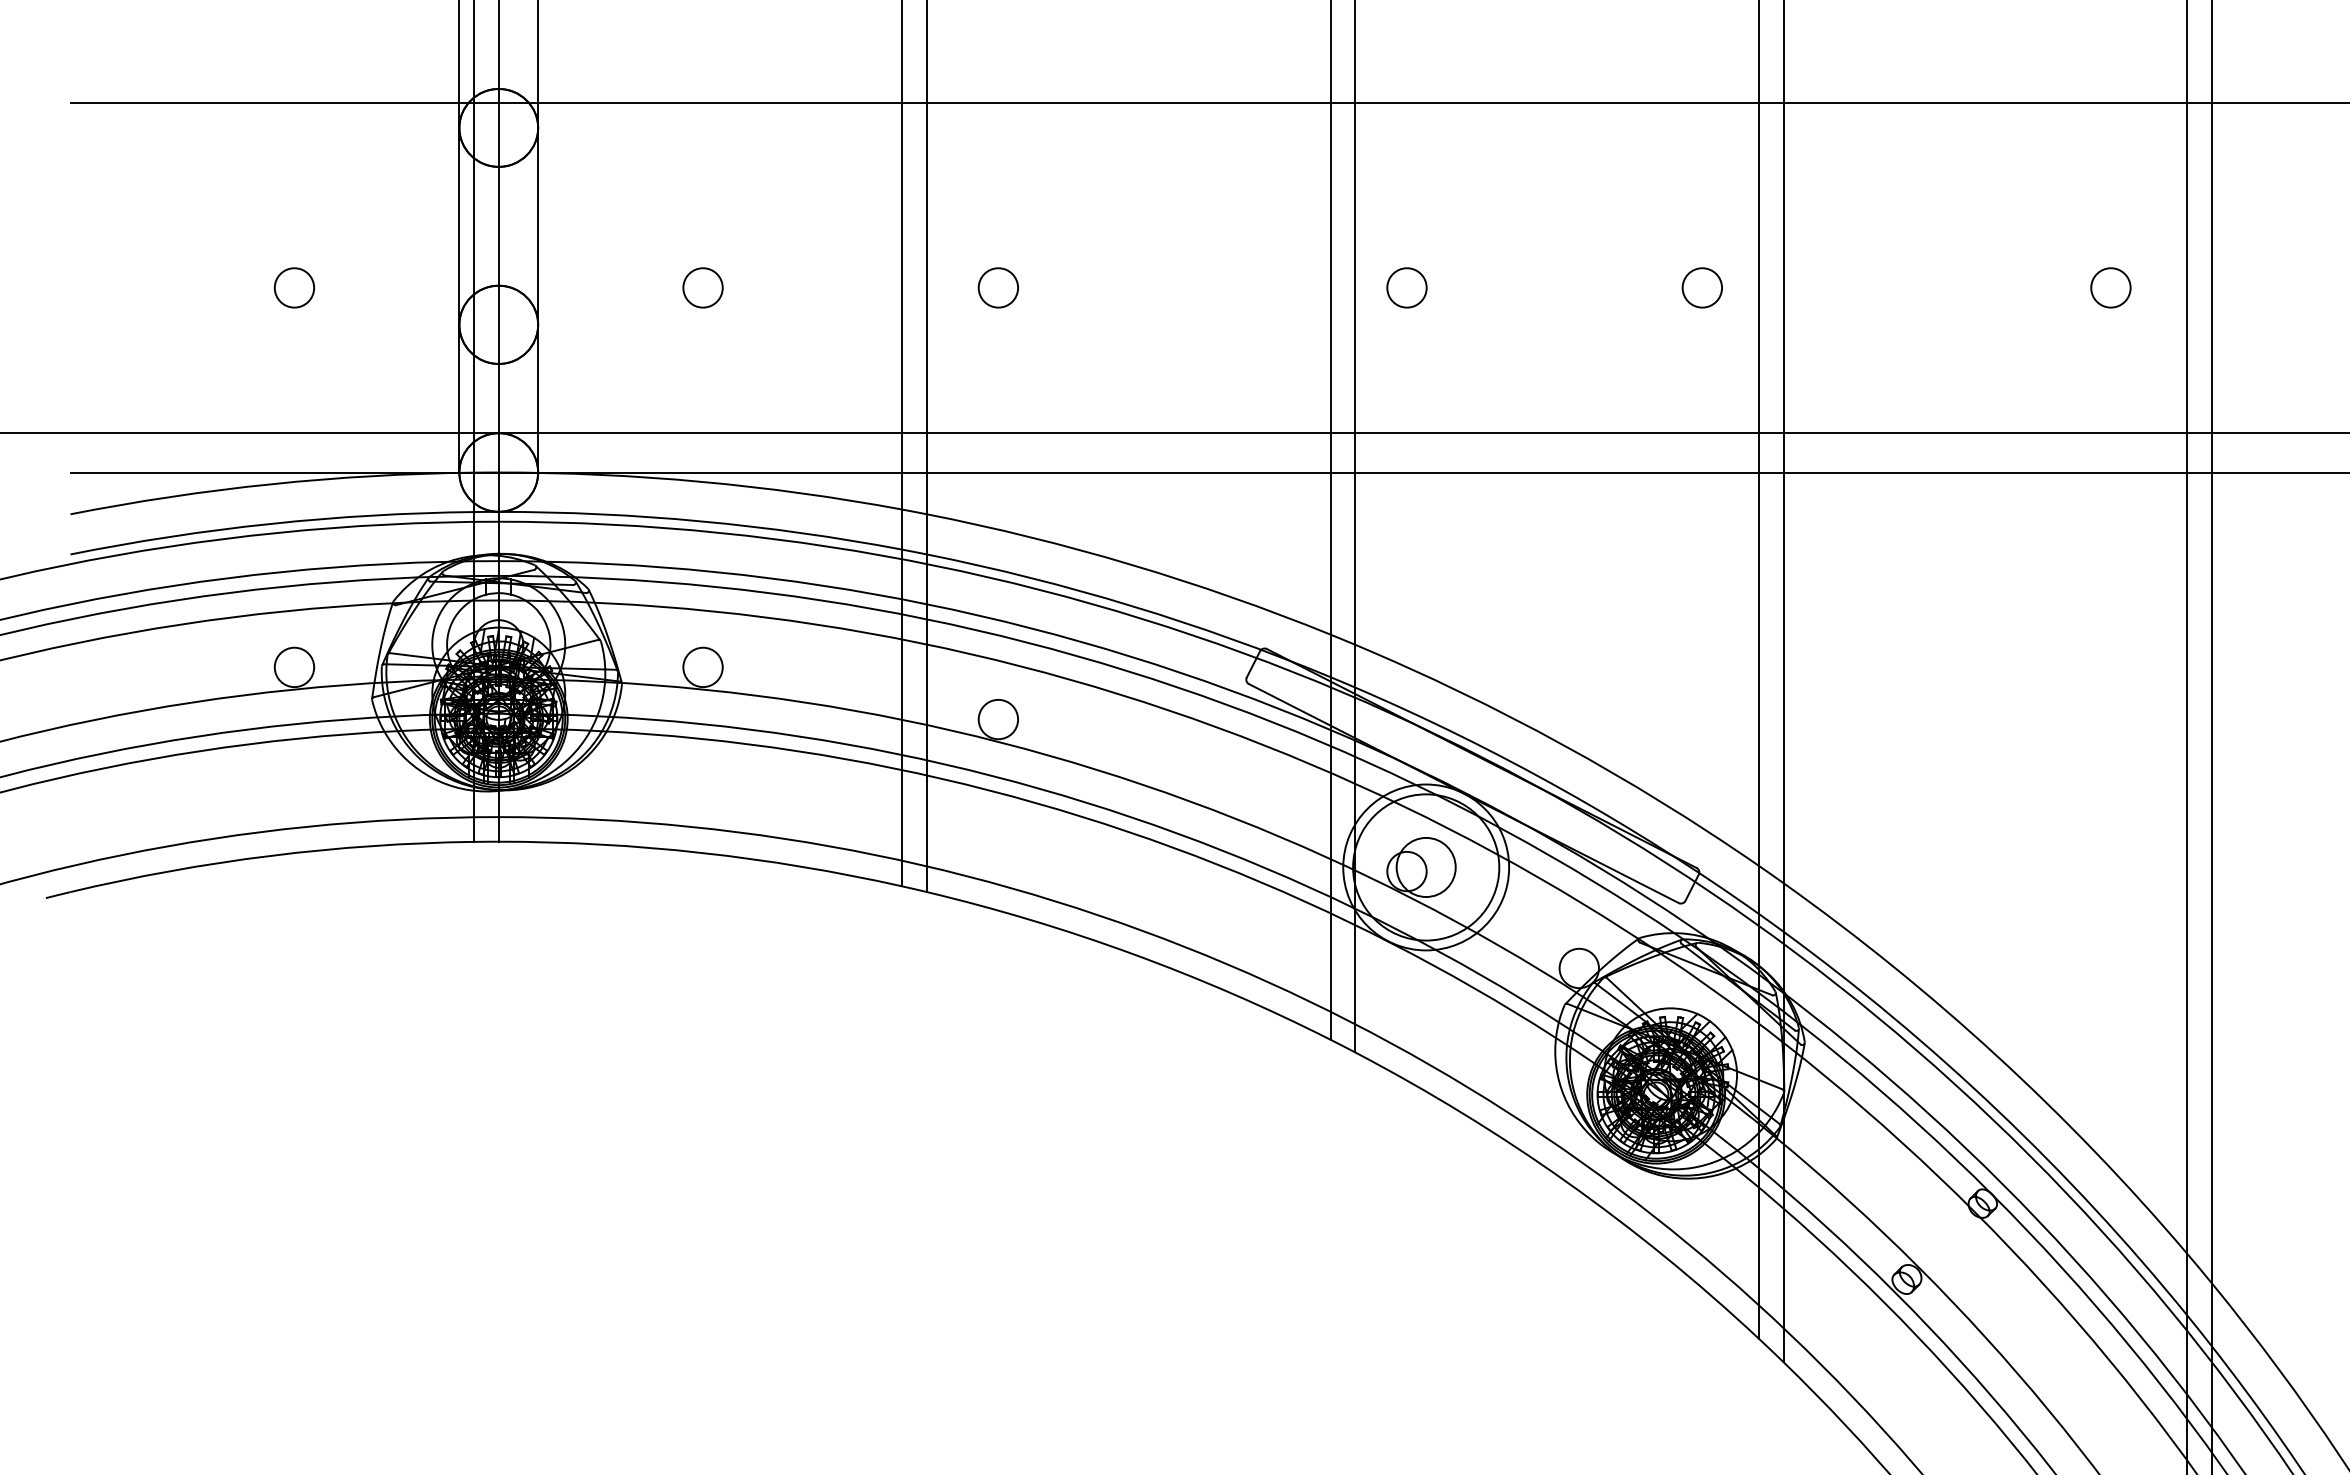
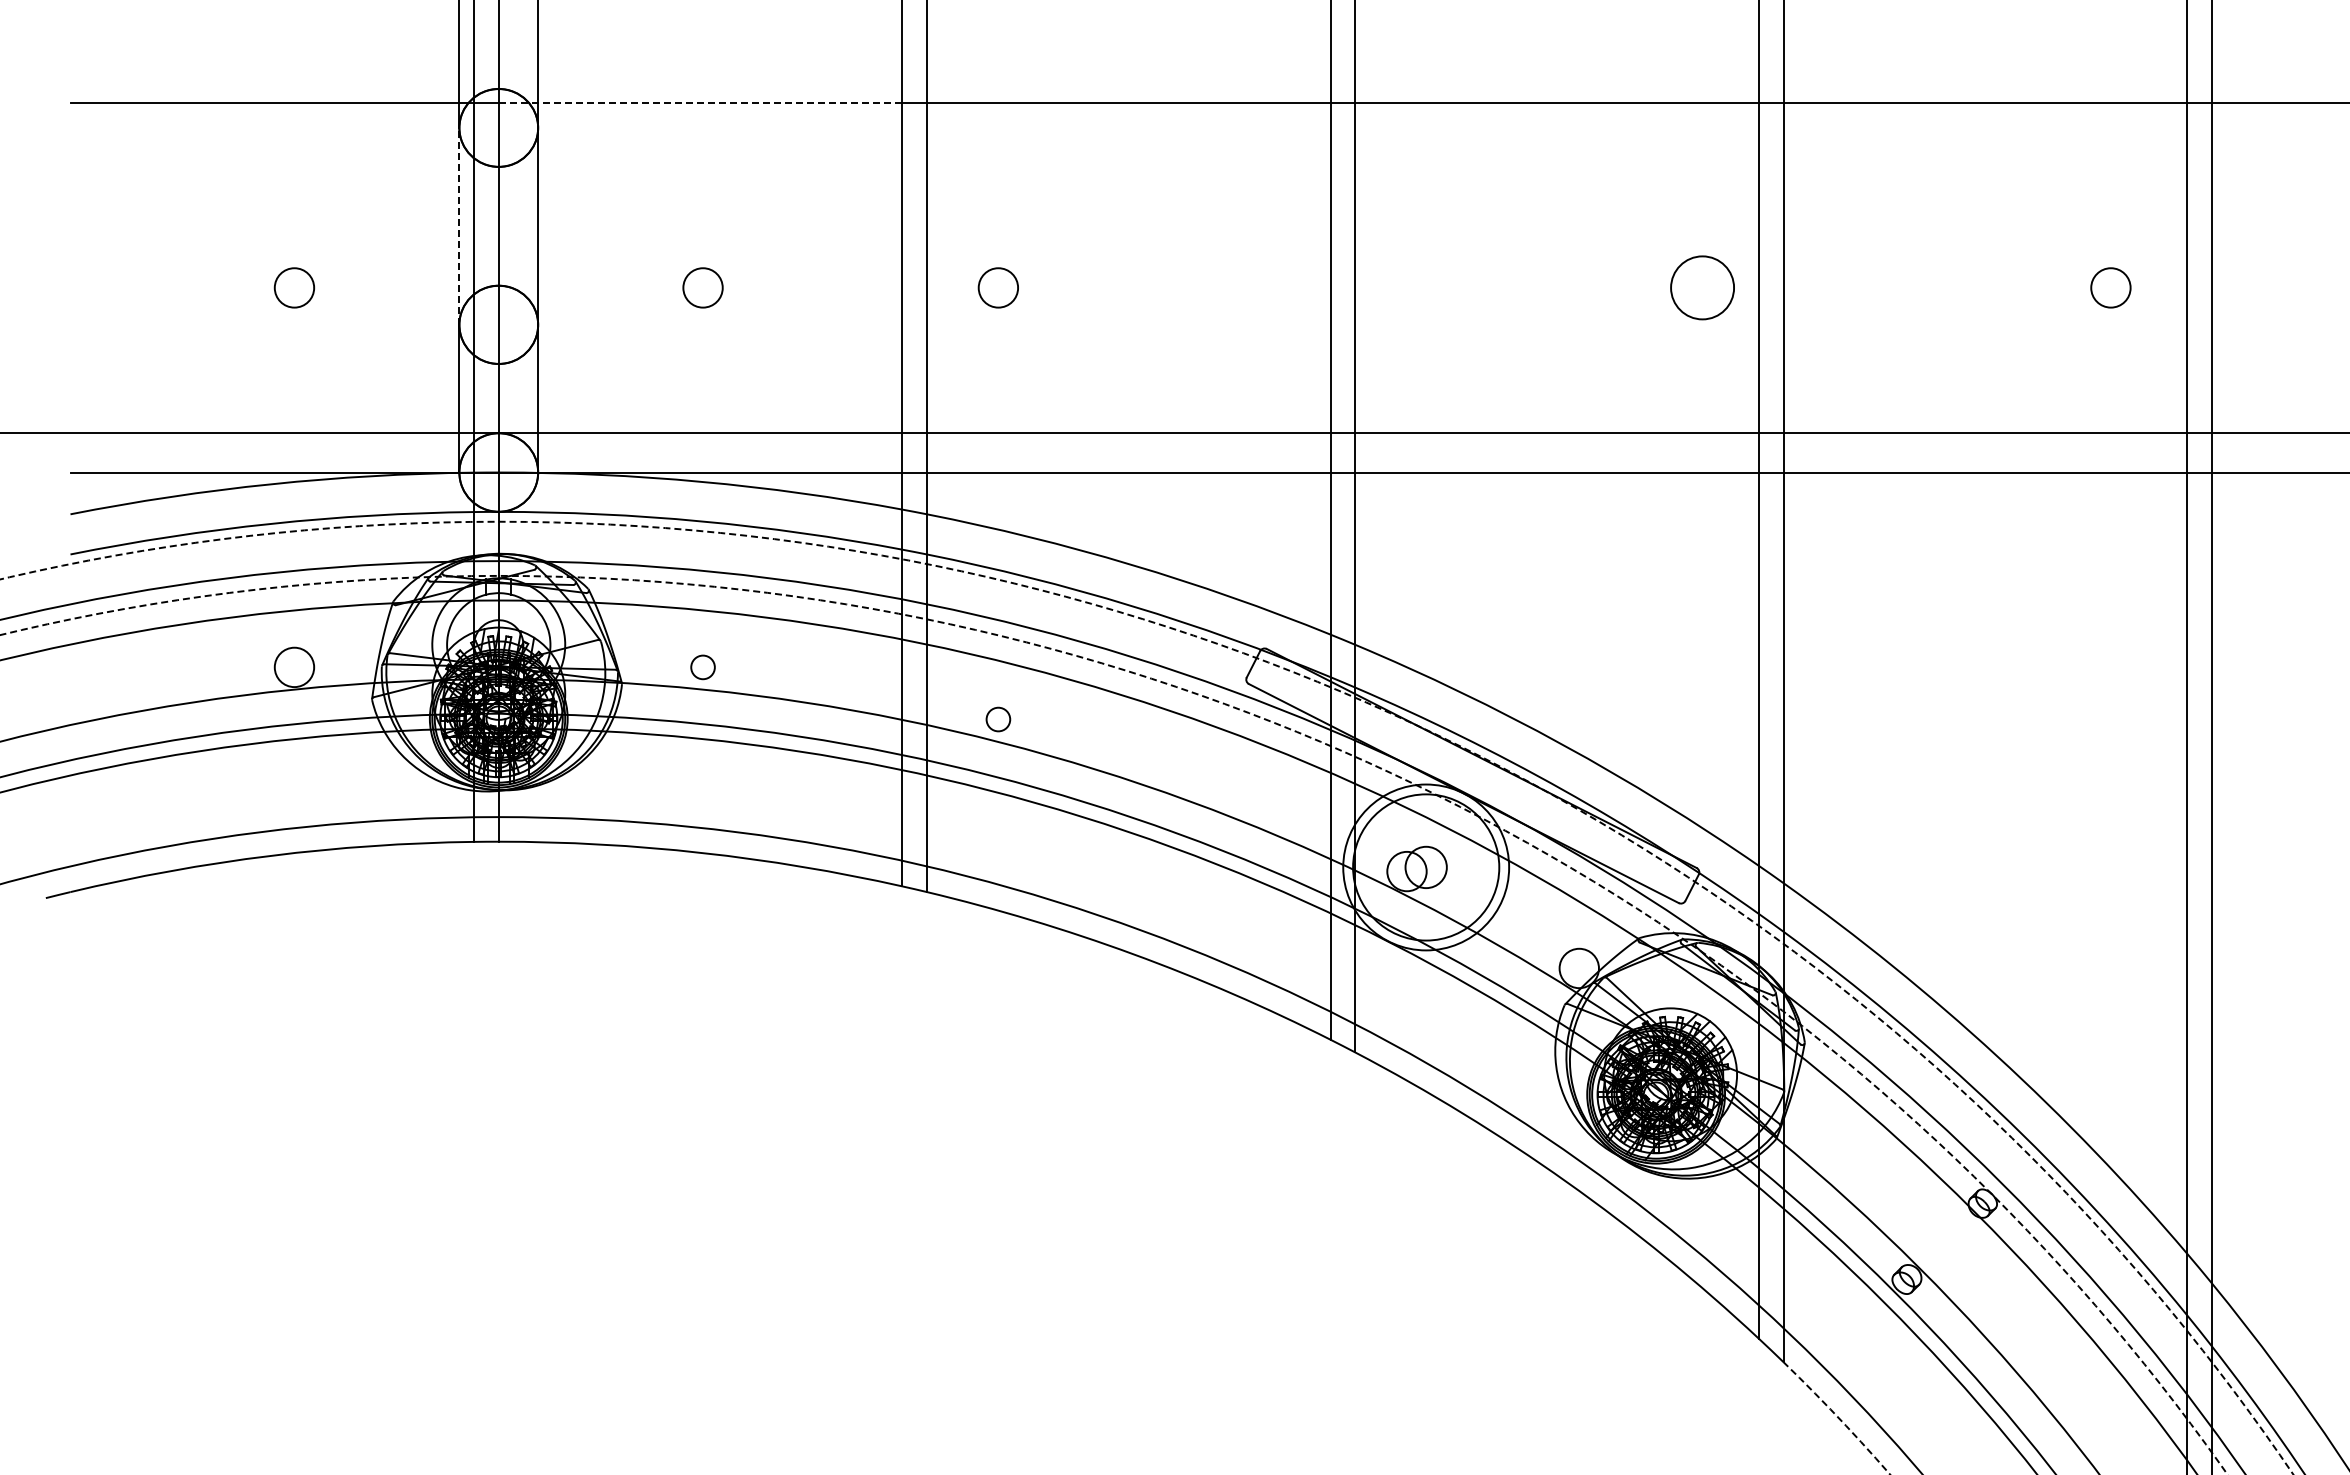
line at (700, 103): solid -> dashed
line at (459, 225): solid -> dashed
circle at (1406, 287): present -> none
circle at (1701, 287) size: 42x42 px -> 65x66 px
circle at (702, 667) diameter: 39 px -> 24 px
circle at (998, 719) diameter: 39 px -> 24 px
circle at (1425, 867) diameter: 59 px -> 41 px
circle at (1146, 997): solid -> dashed
circle at (1113, 1024): solid -> dashed
arc at (1838, 1417): solid -> dashed
